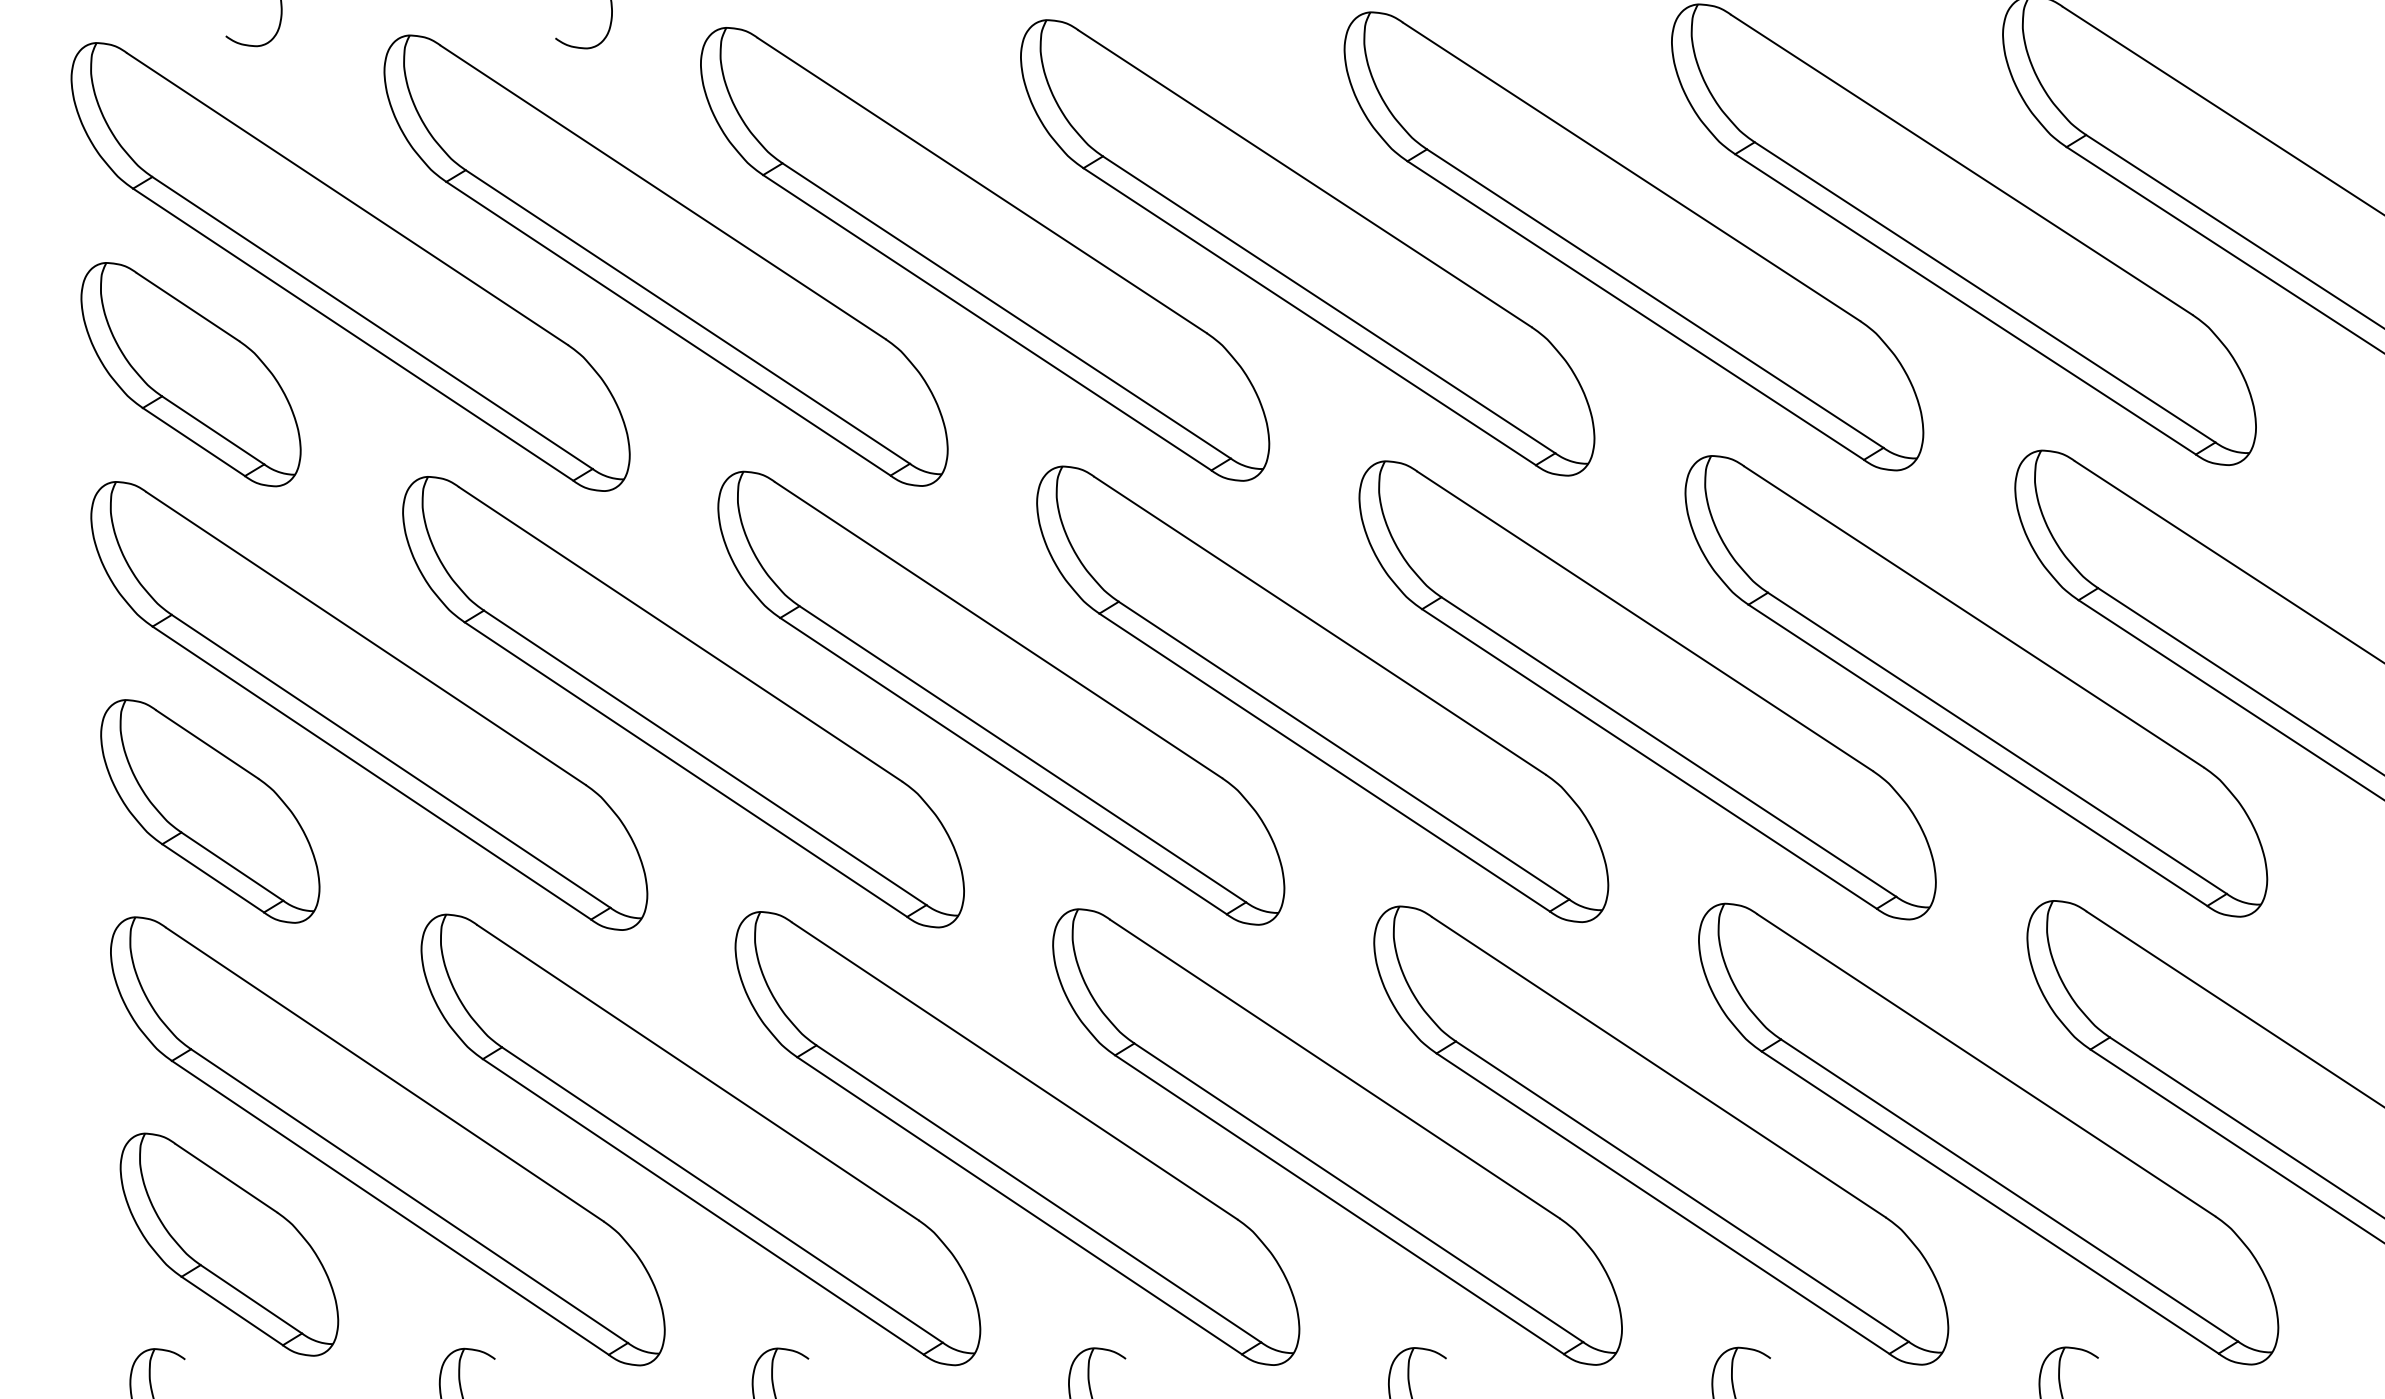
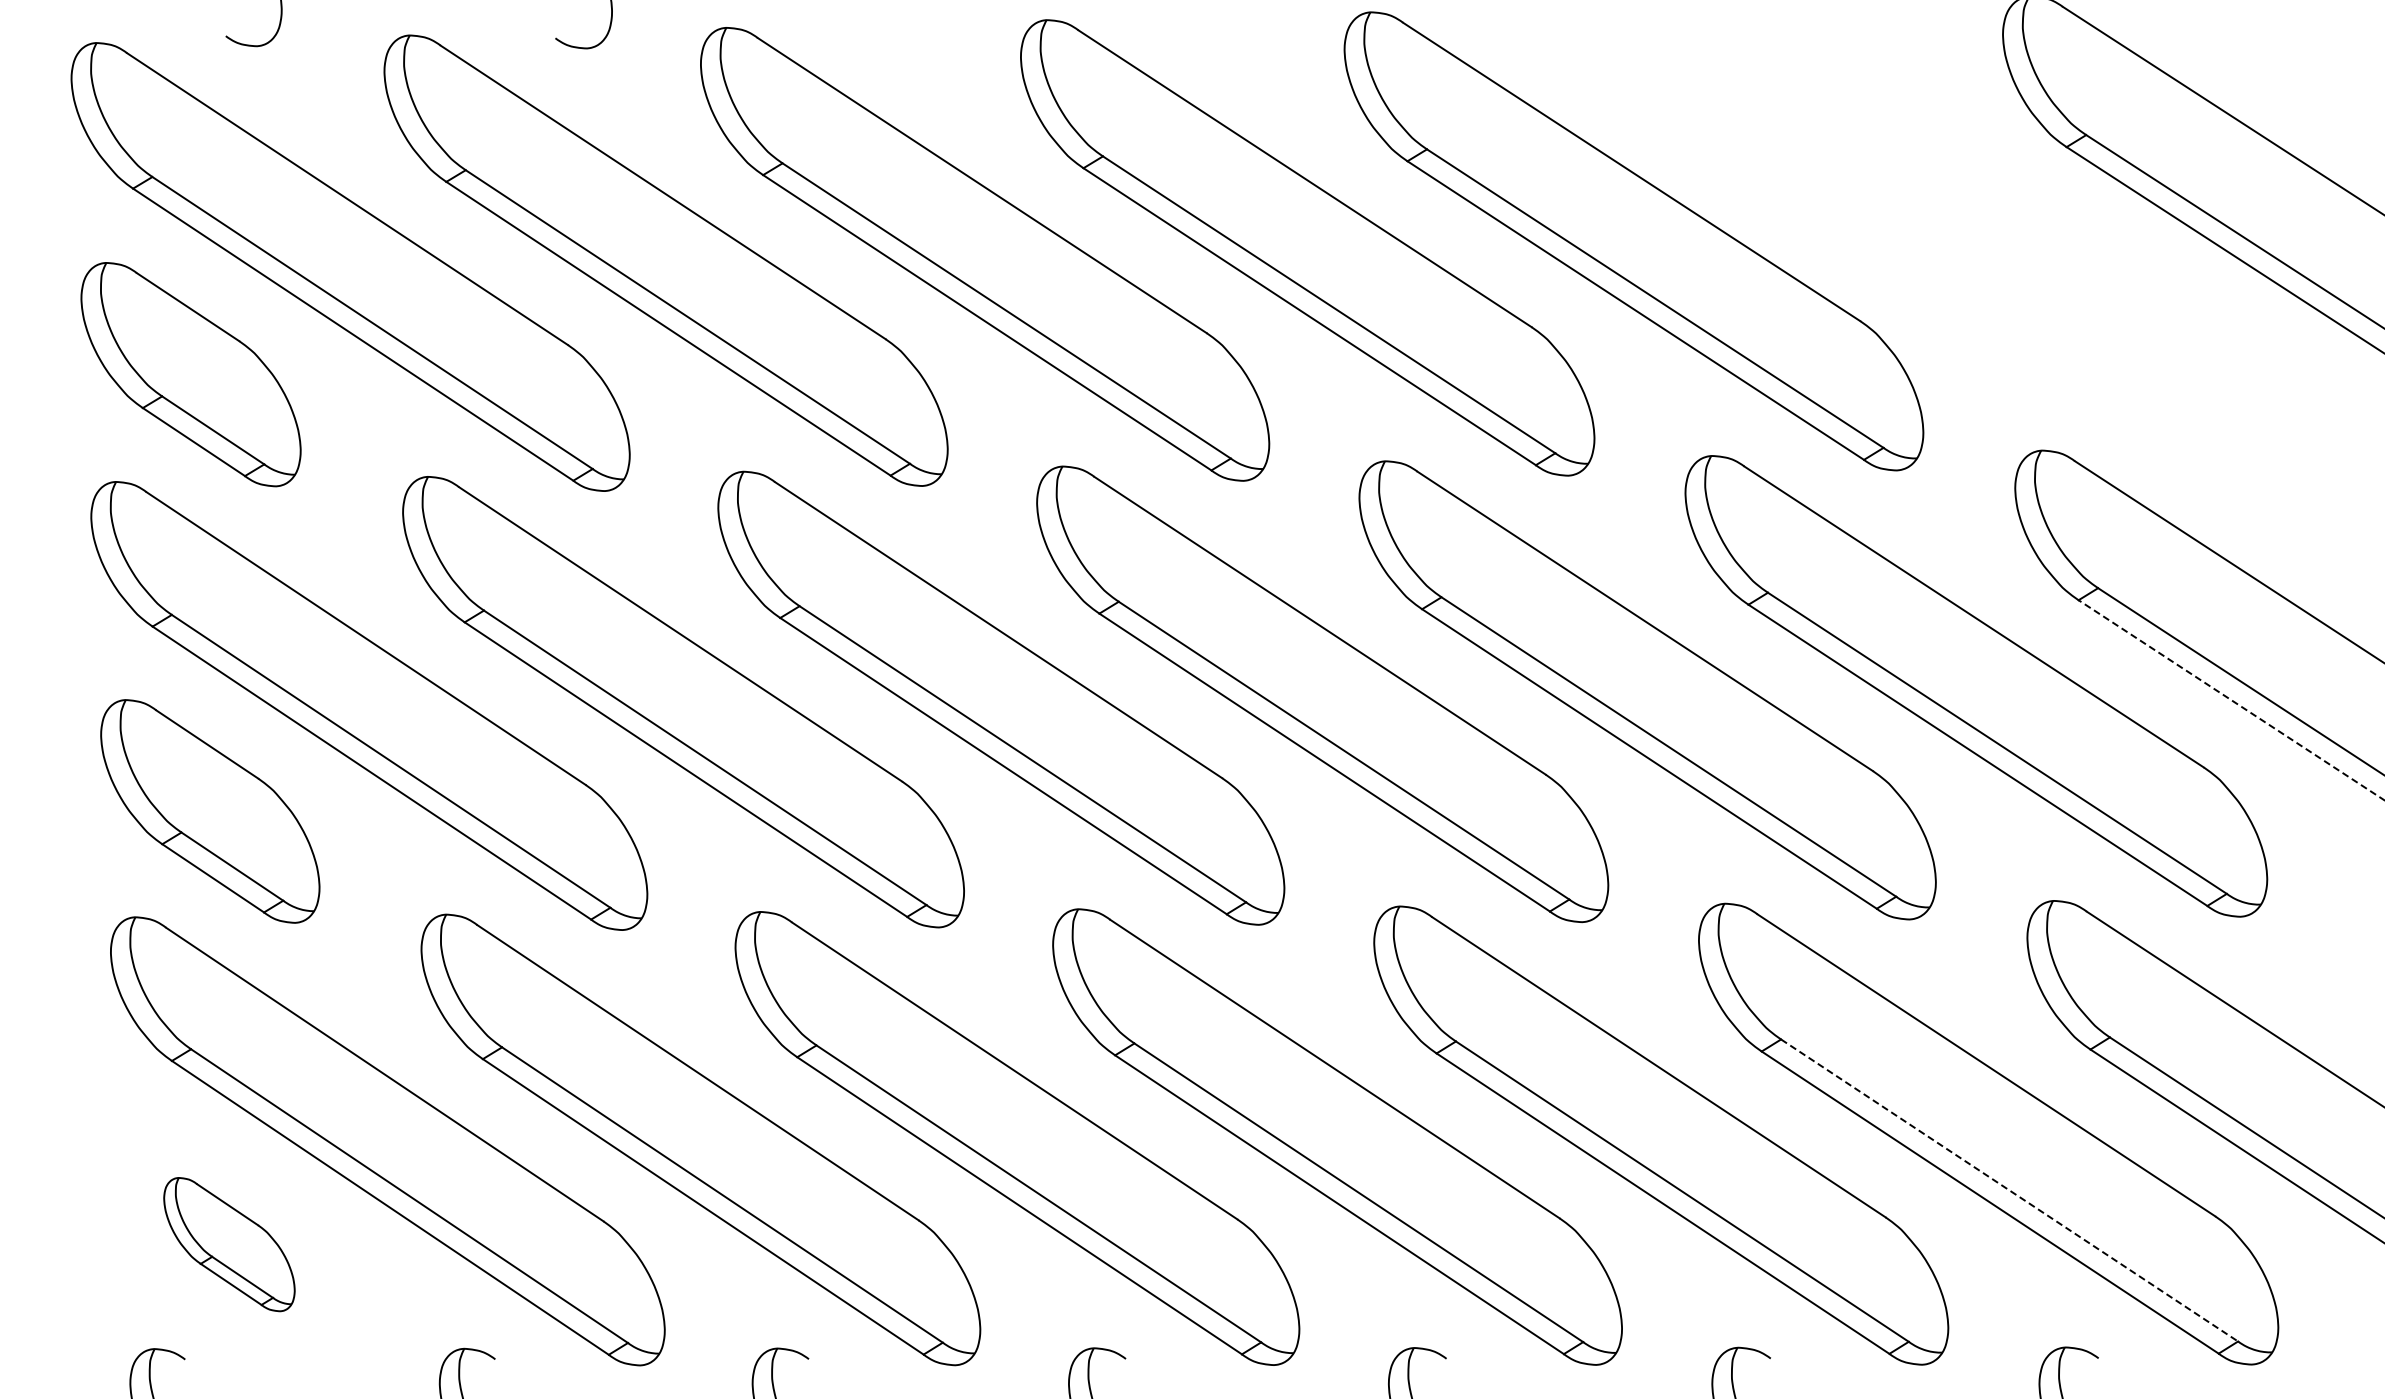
part at (1963, 234): present -> none
line at (2231, 700): solid -> dashed
line at (2009, 1190): solid -> dashed
part at (229, 1244) size: 221x225 px -> 133x136 px
